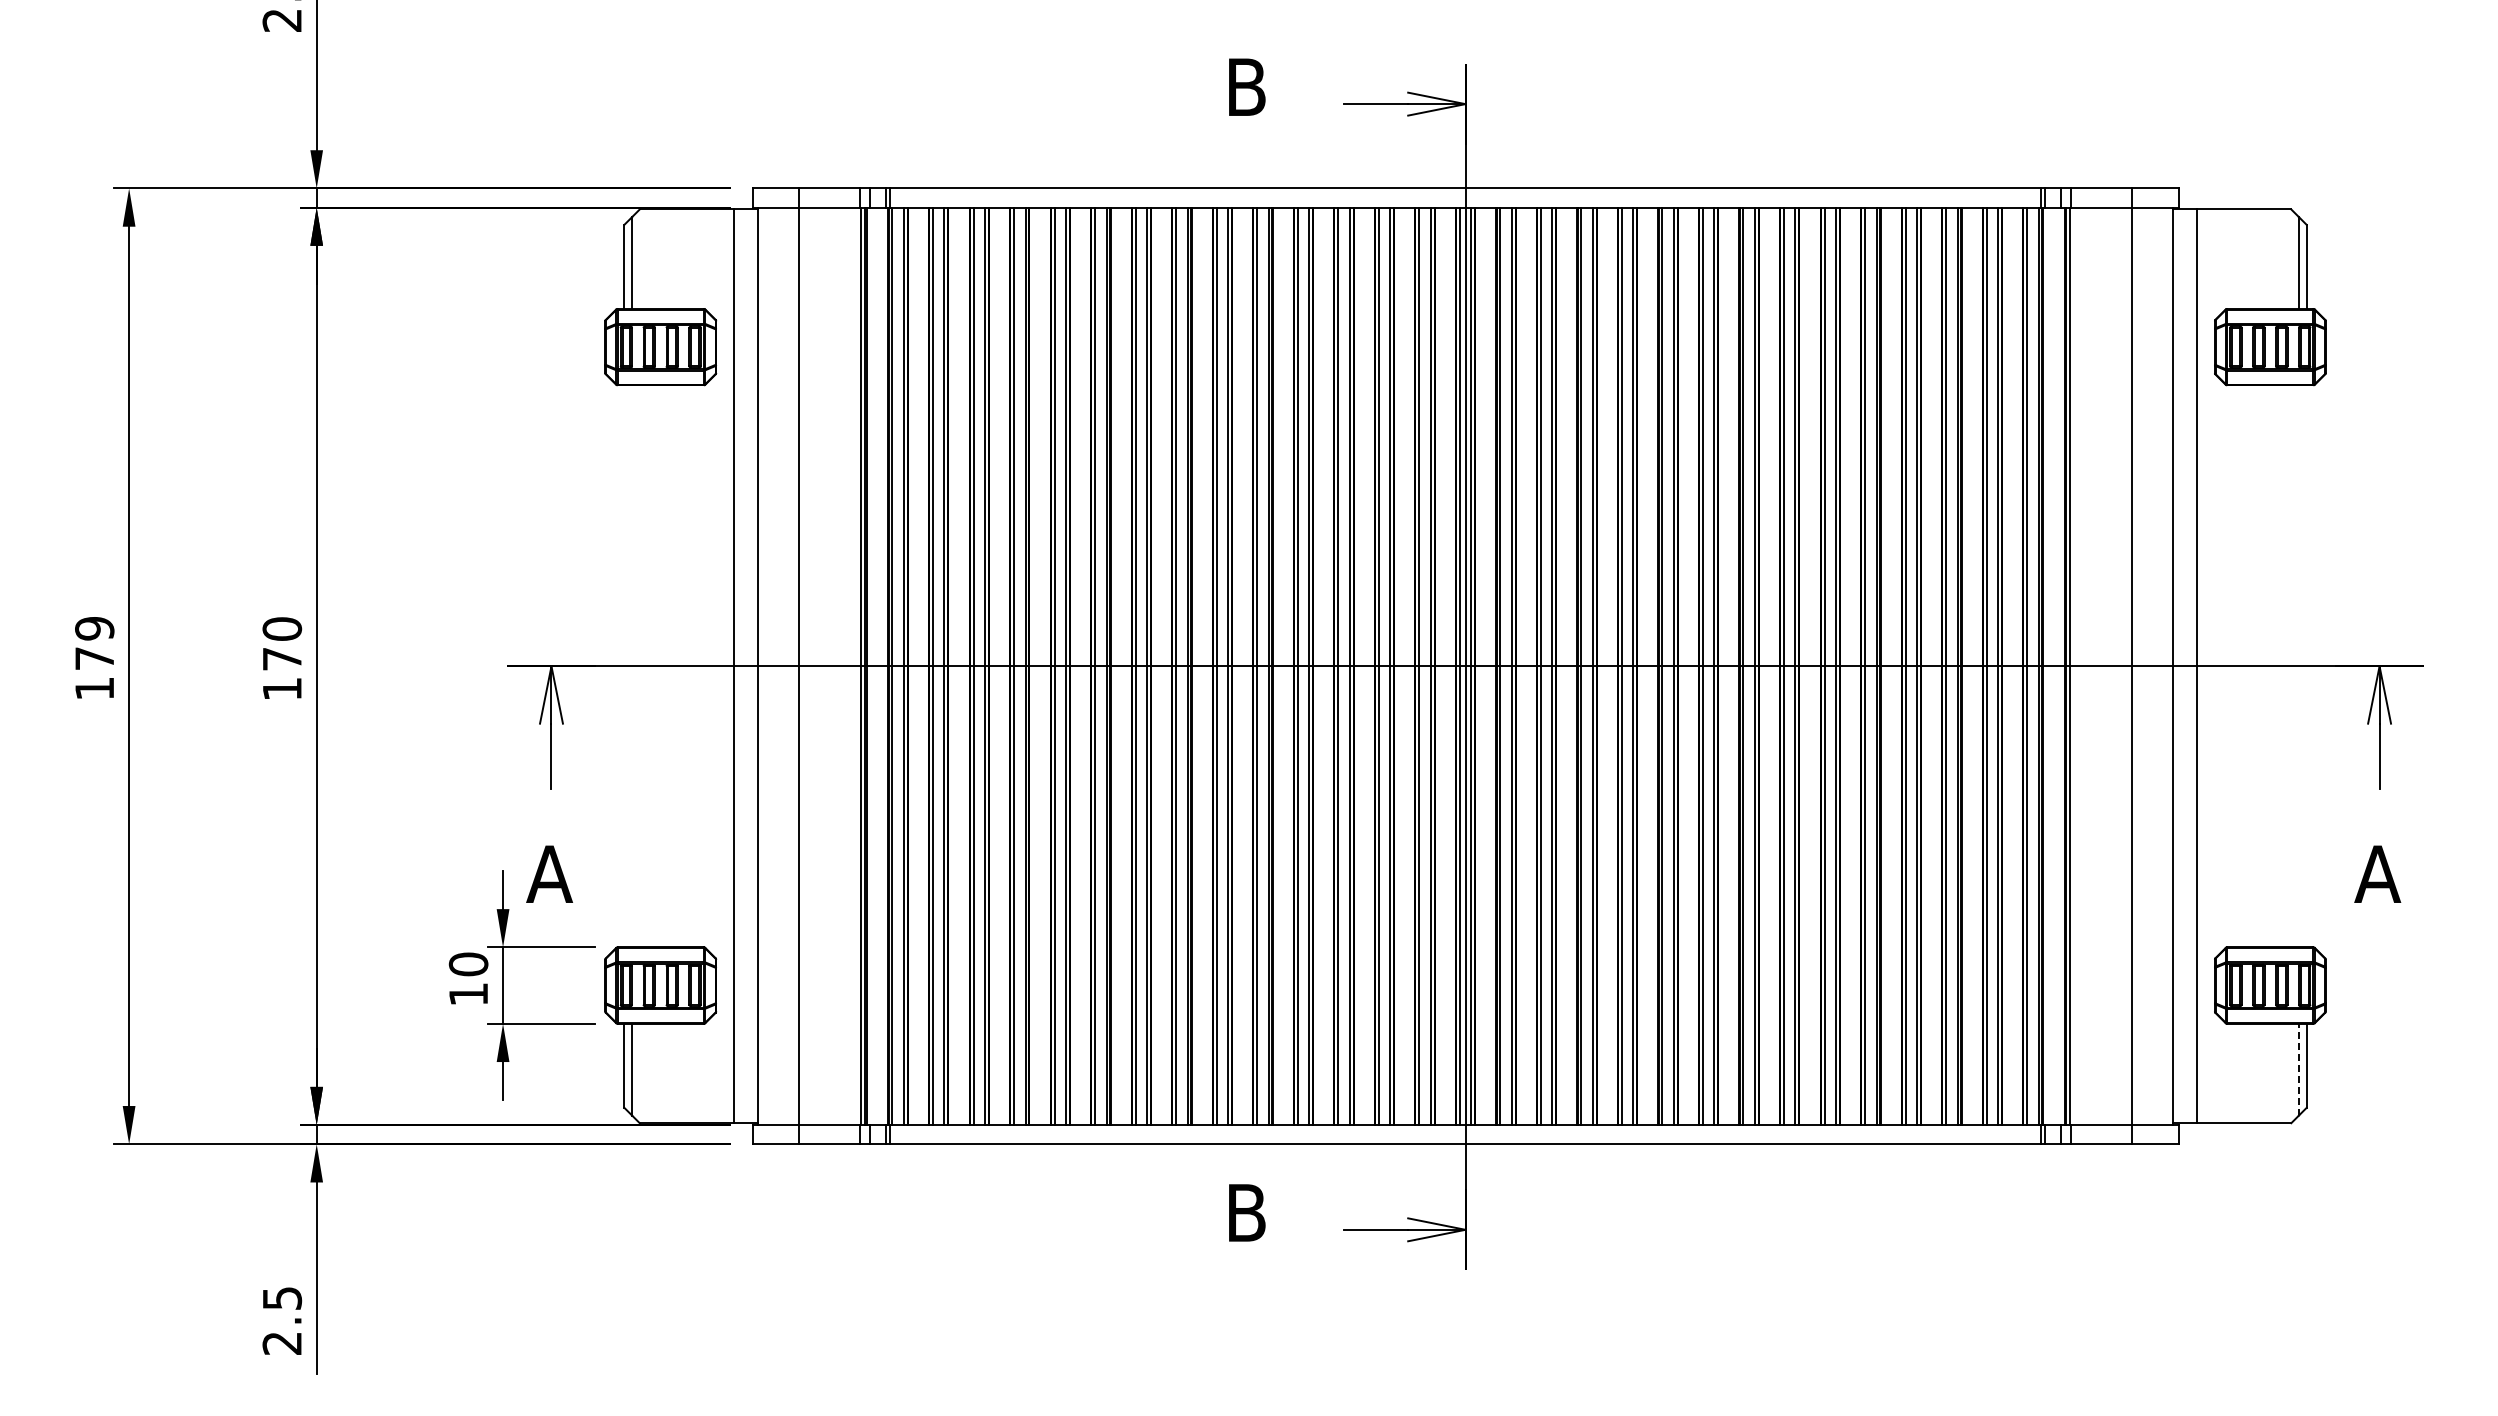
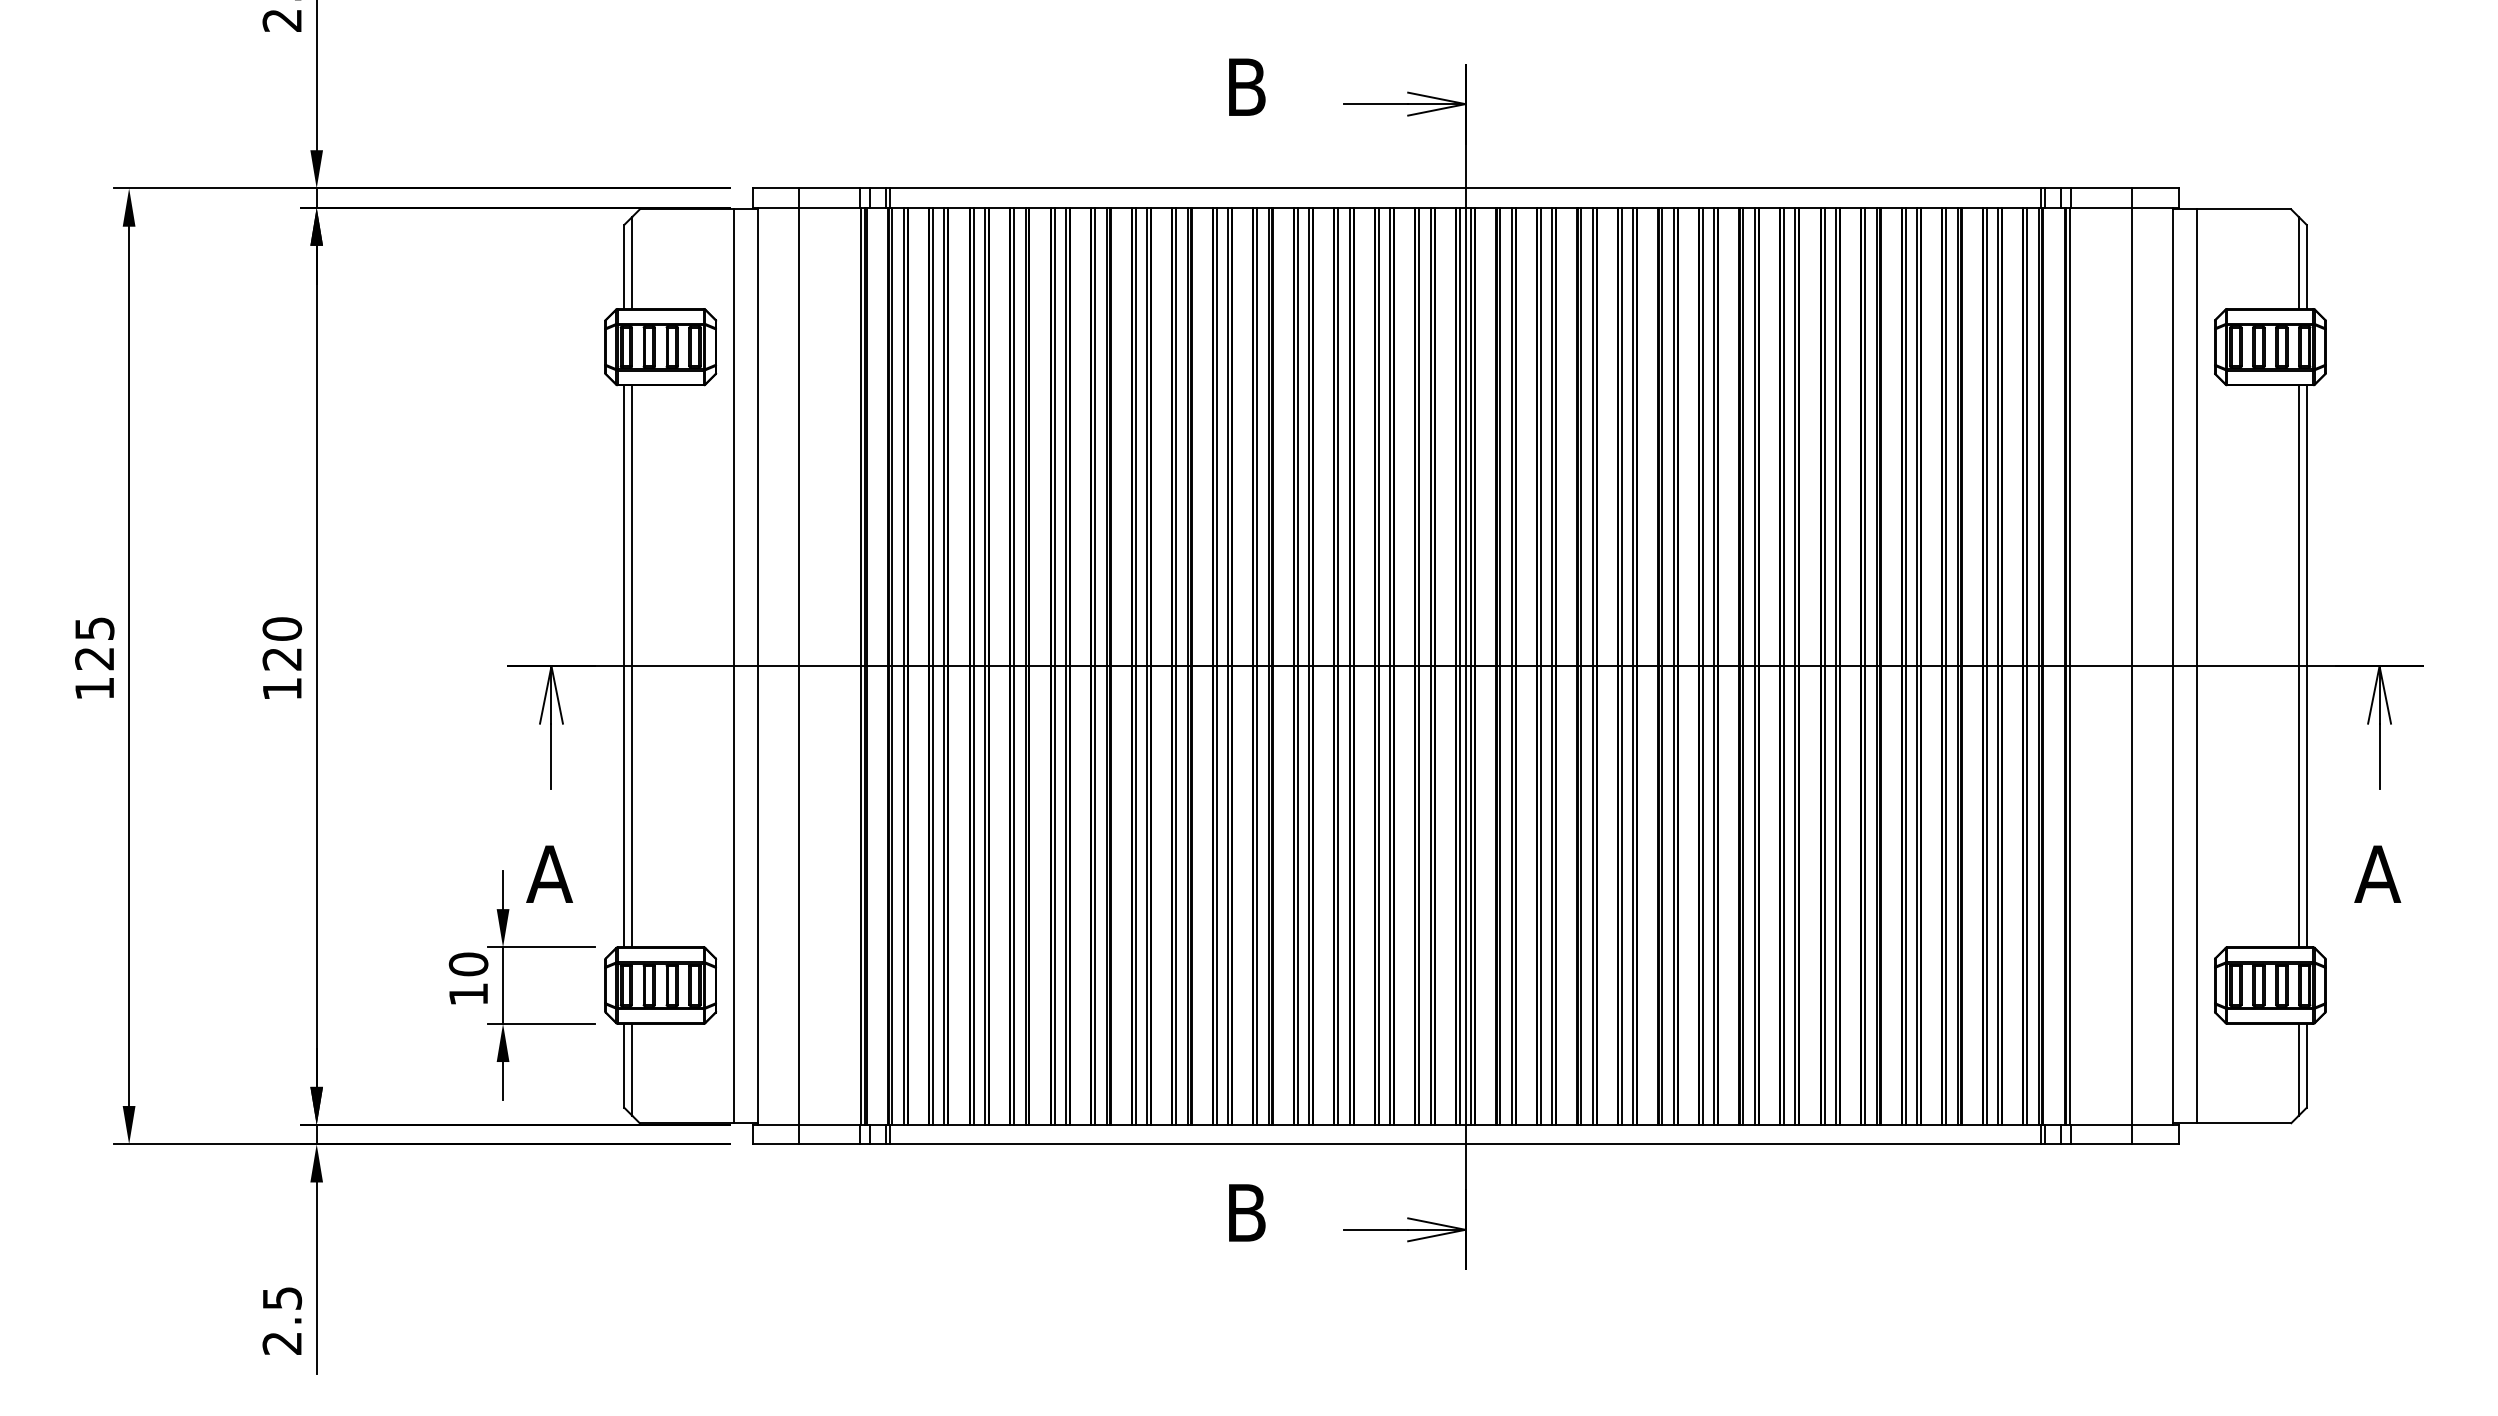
text at (94, 643): 179 -> 125
text at (281, 659): 170 -> 120
line at (624, 666): none -> present
line at (632, 666): none -> present
line at (2298, 666): none -> present
line at (2306, 666): none -> present
line at (2298, 1069): dashed -> solid
